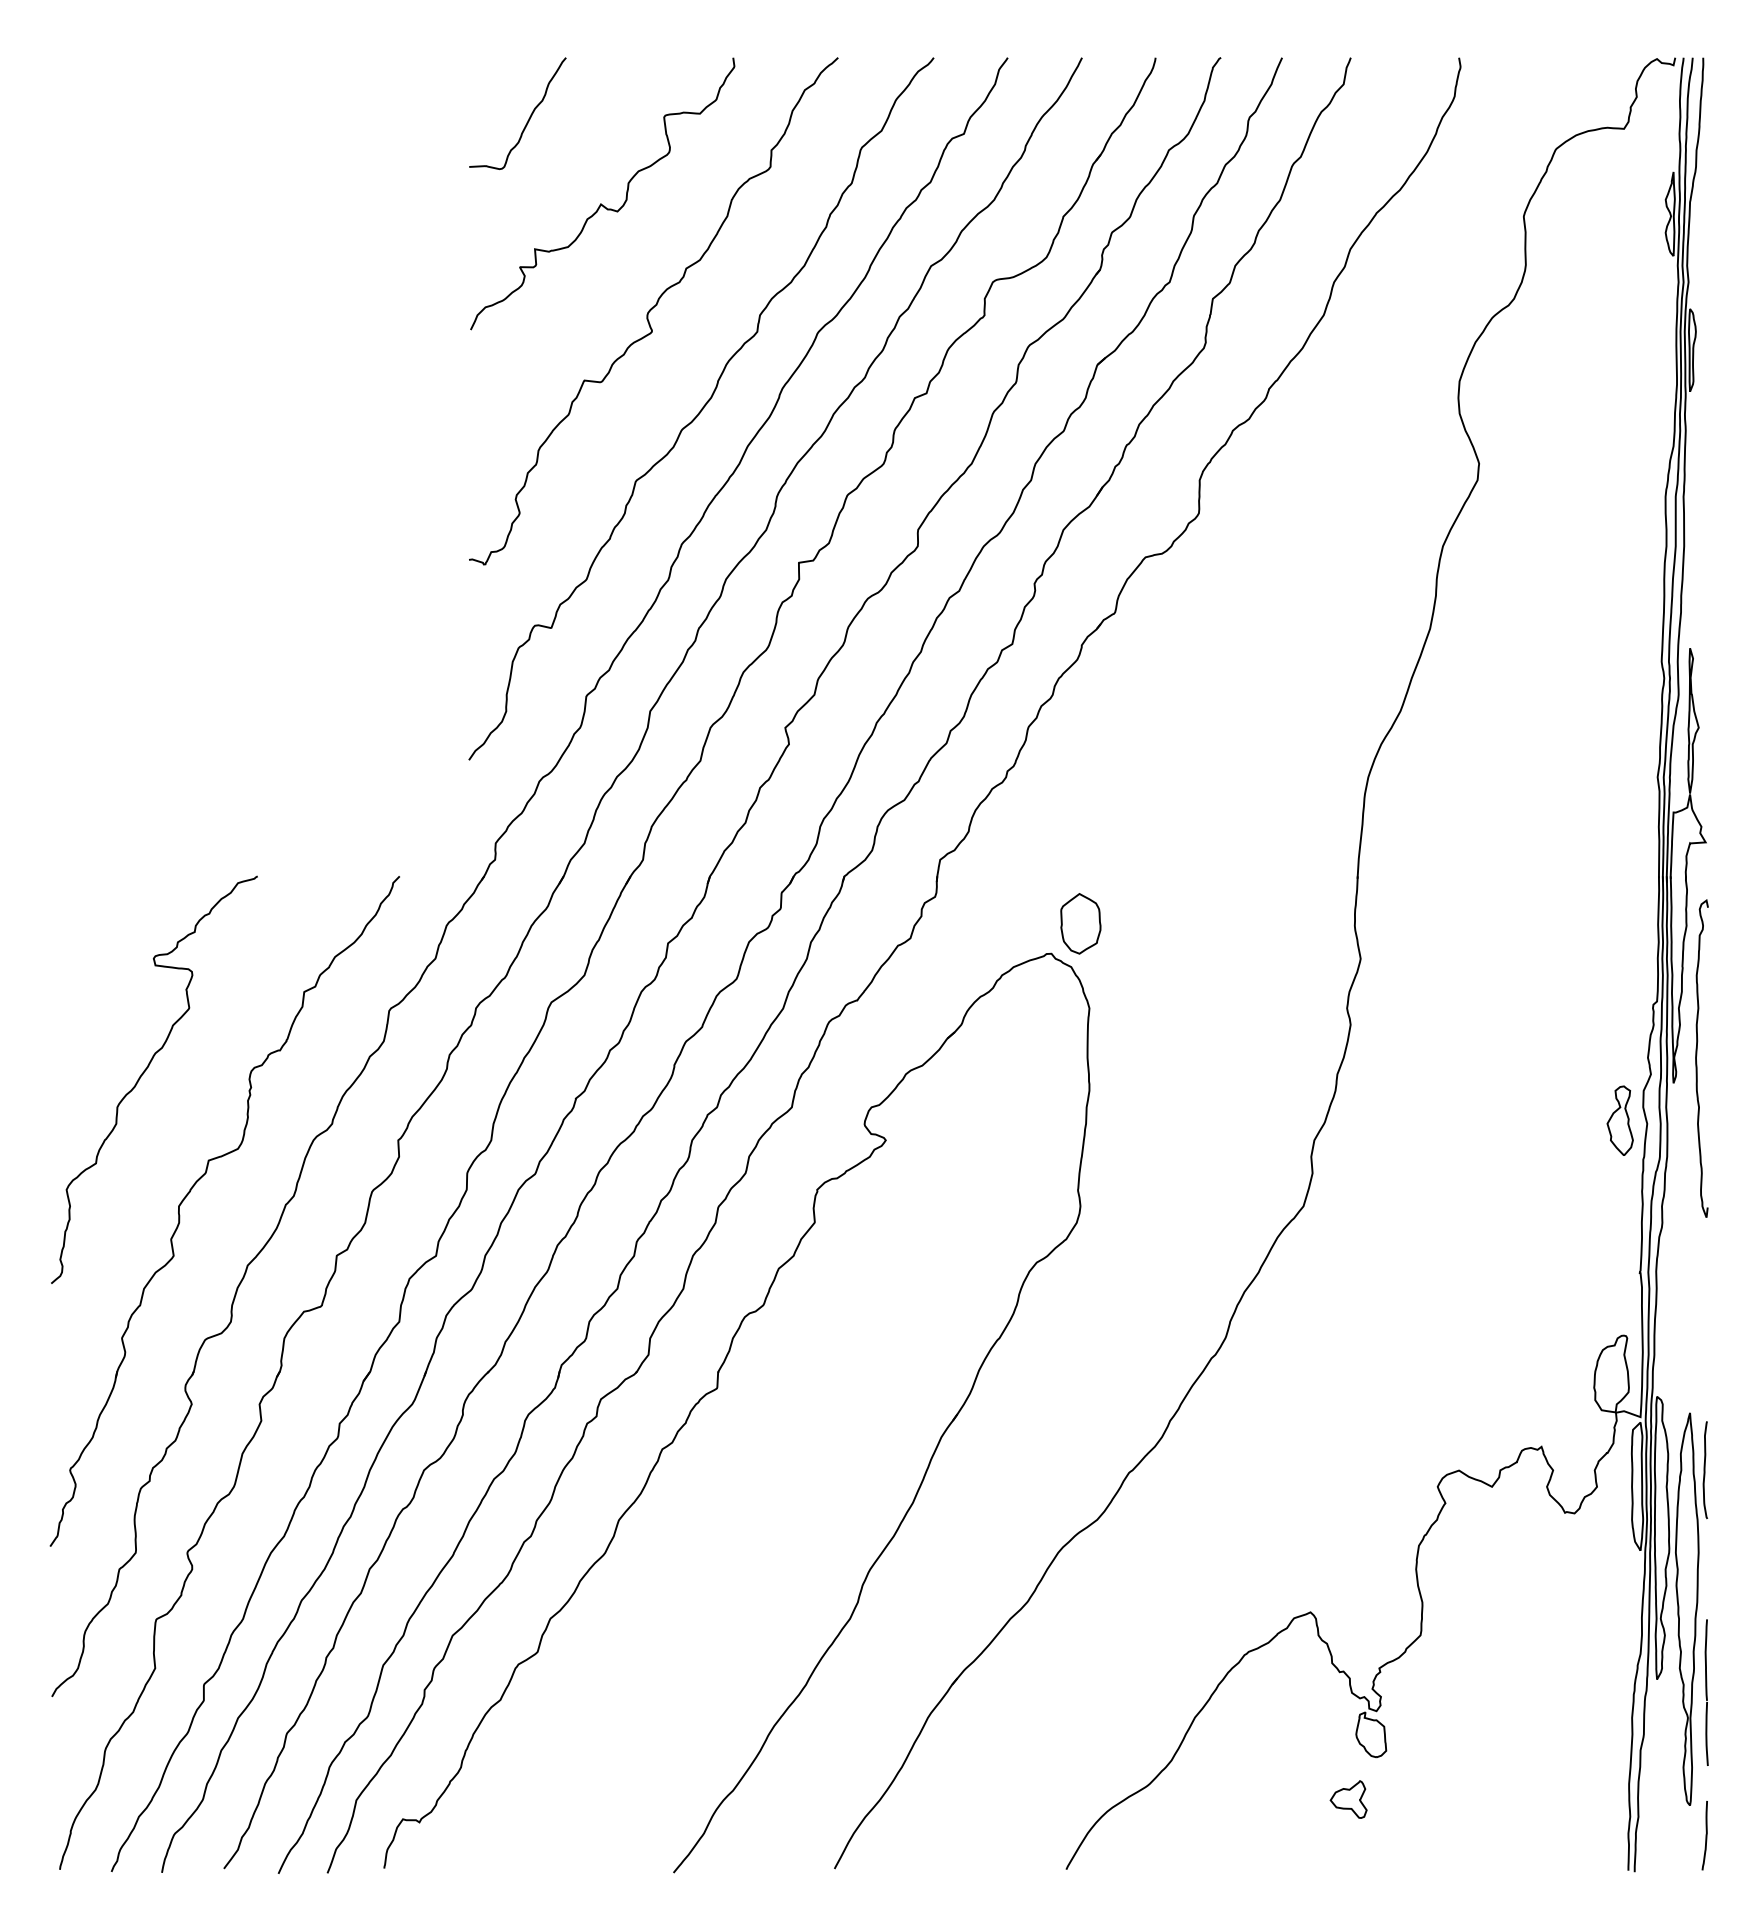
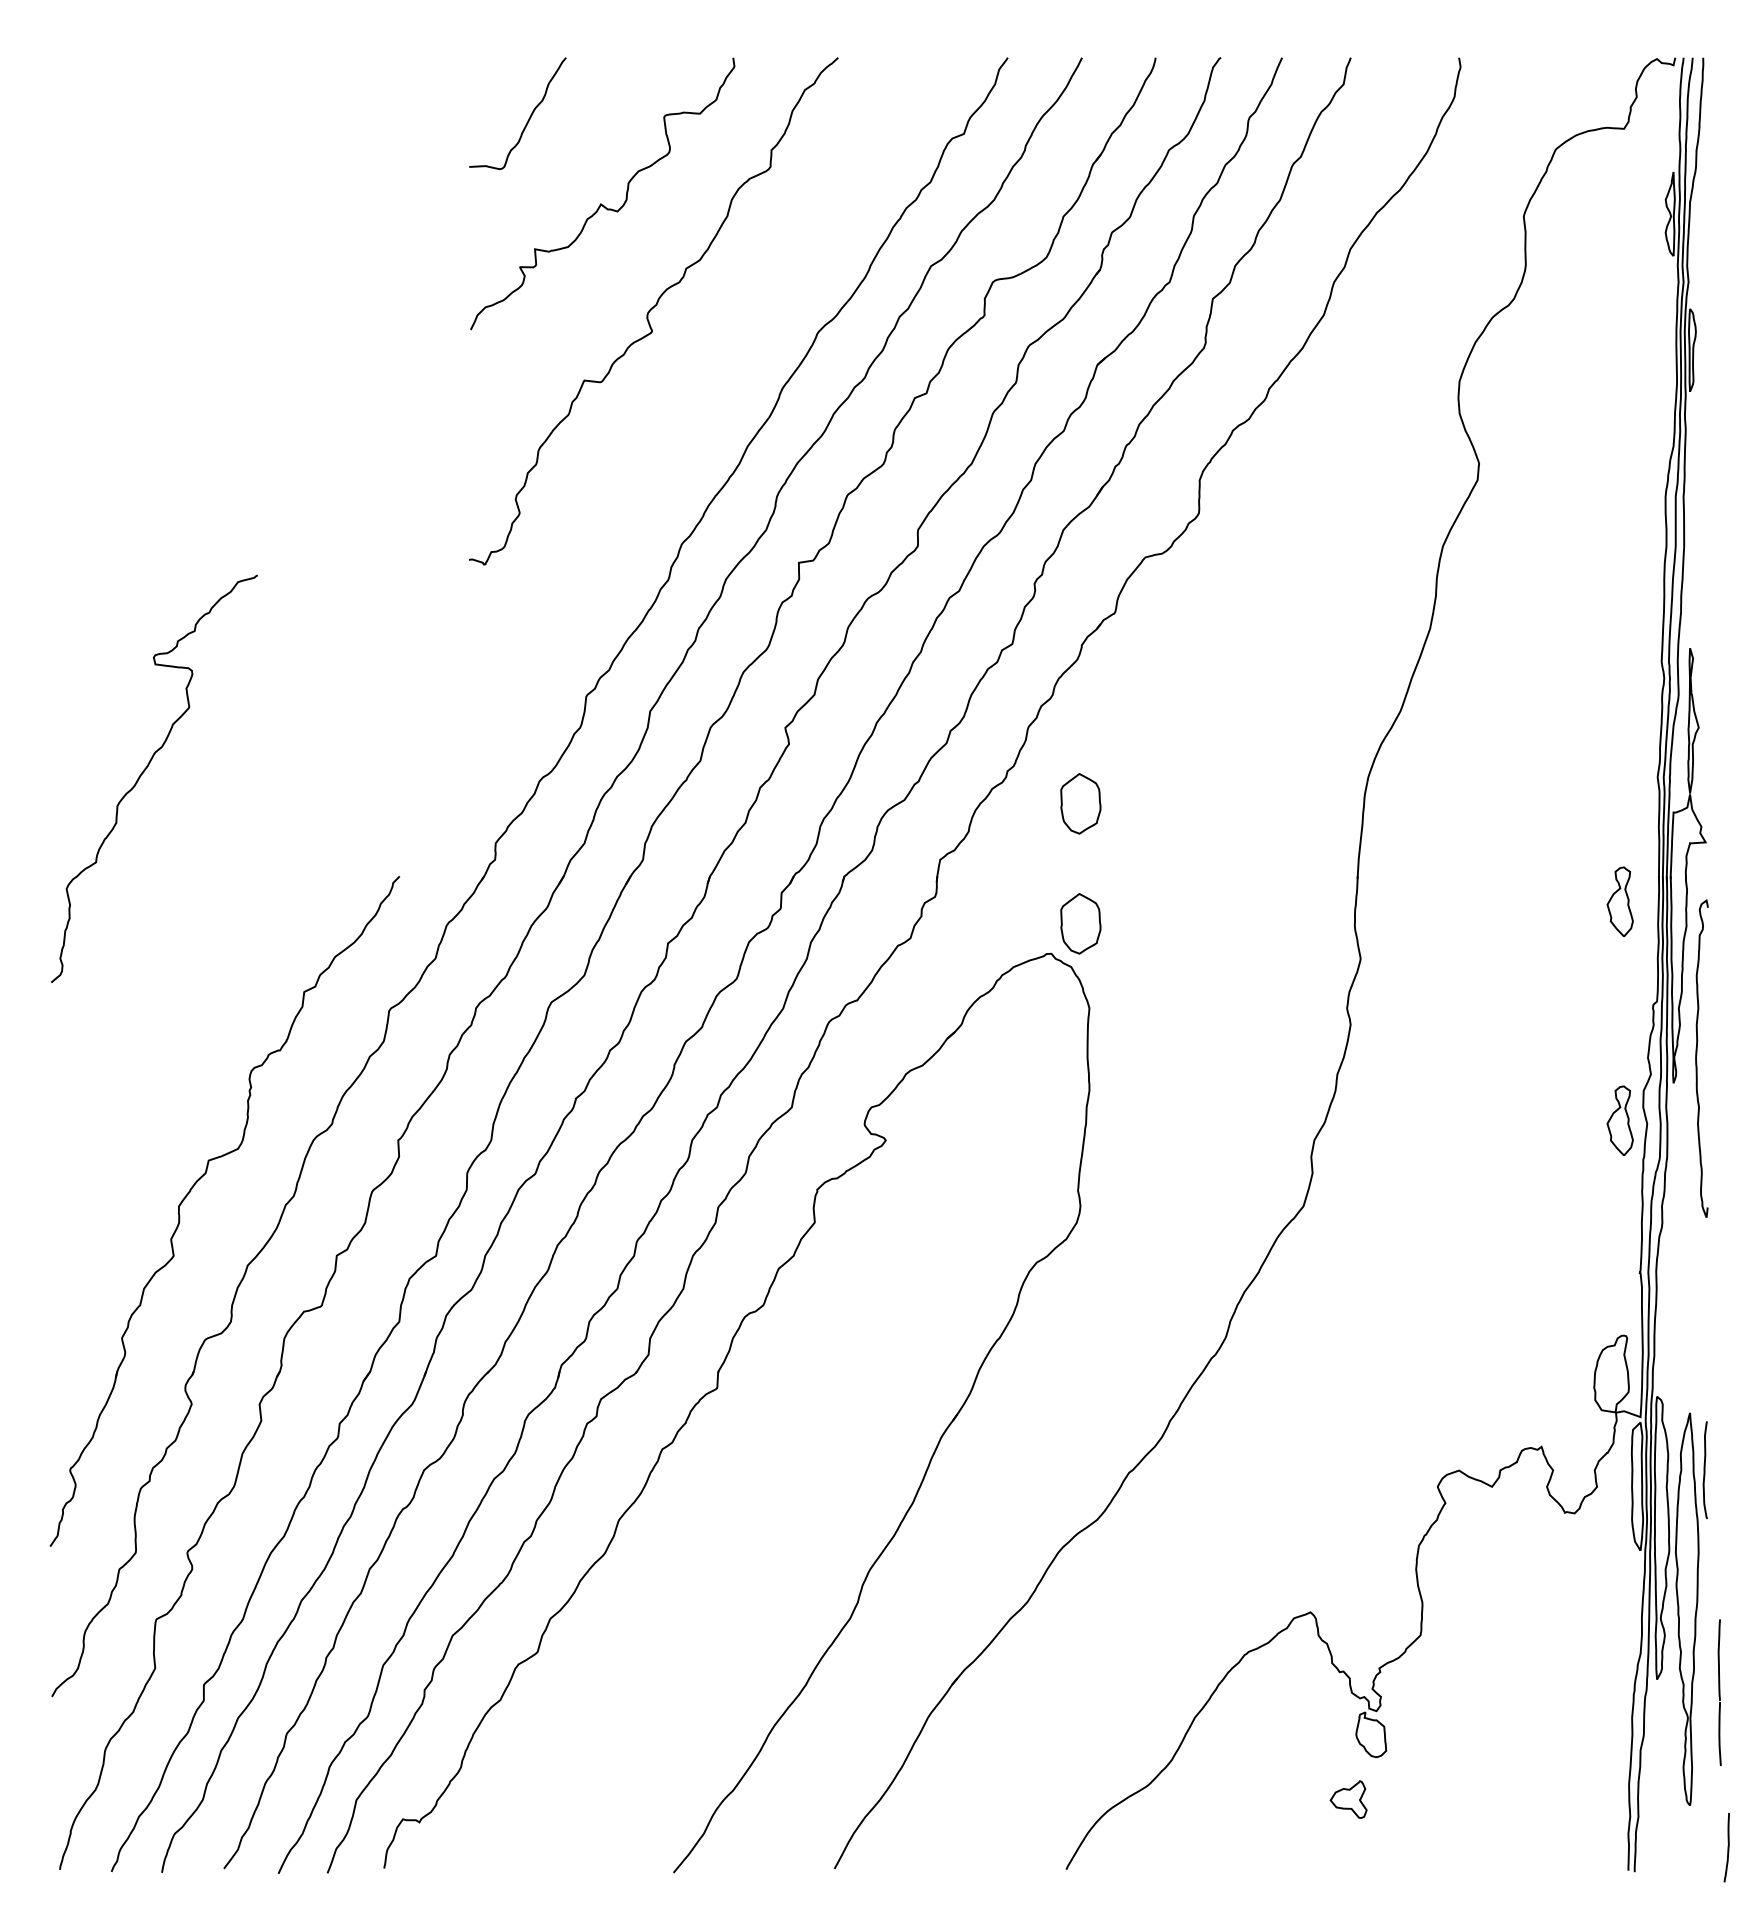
curve at (701, 408): present -> none
part at (1080, 803): none -> present
part at (1619, 901): none -> present
curve at (144, 1073) position: (144, 1073) -> (144, 772)
line at (1706, 1692) position: (1706, 1692) -> (1719, 1692)
curve at (1705, 1835) position: (1705, 1835) -> (1727, 1847)
